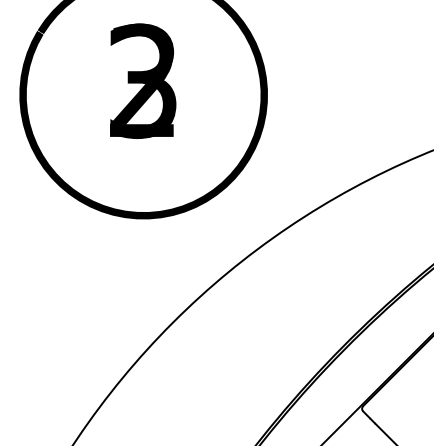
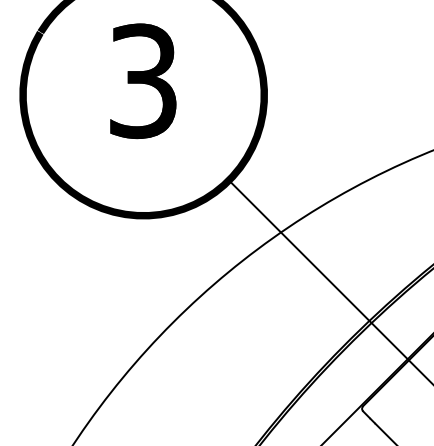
text at (143, 80): 2 -> 3
line at (329, 281): none -> present
